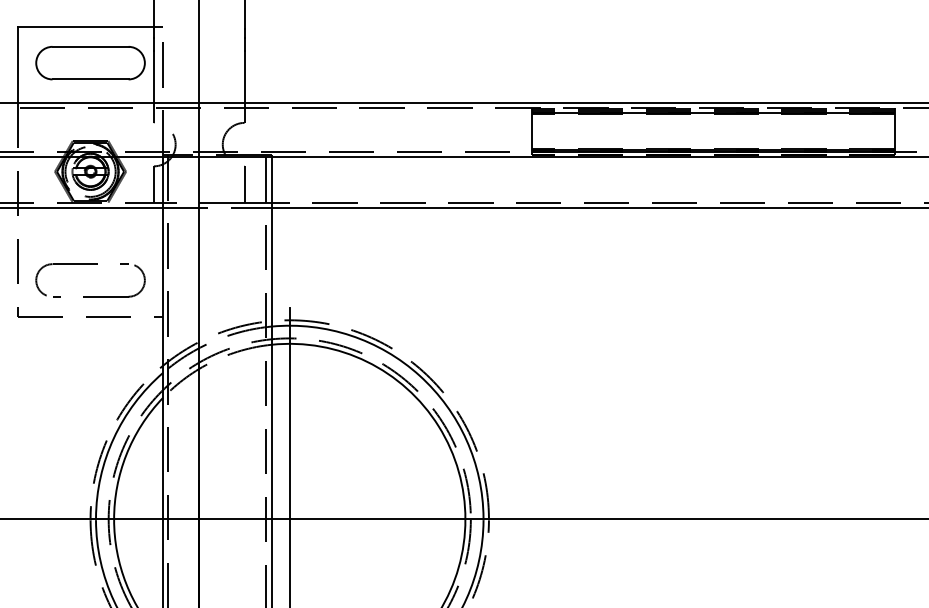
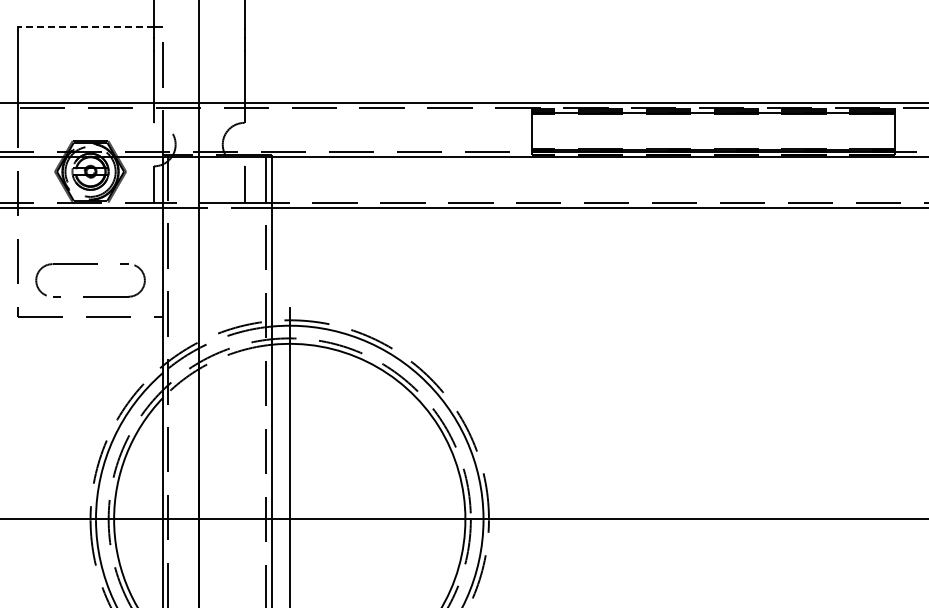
line at (86, 26): solid -> dashed
part at (90, 63): present -> none
